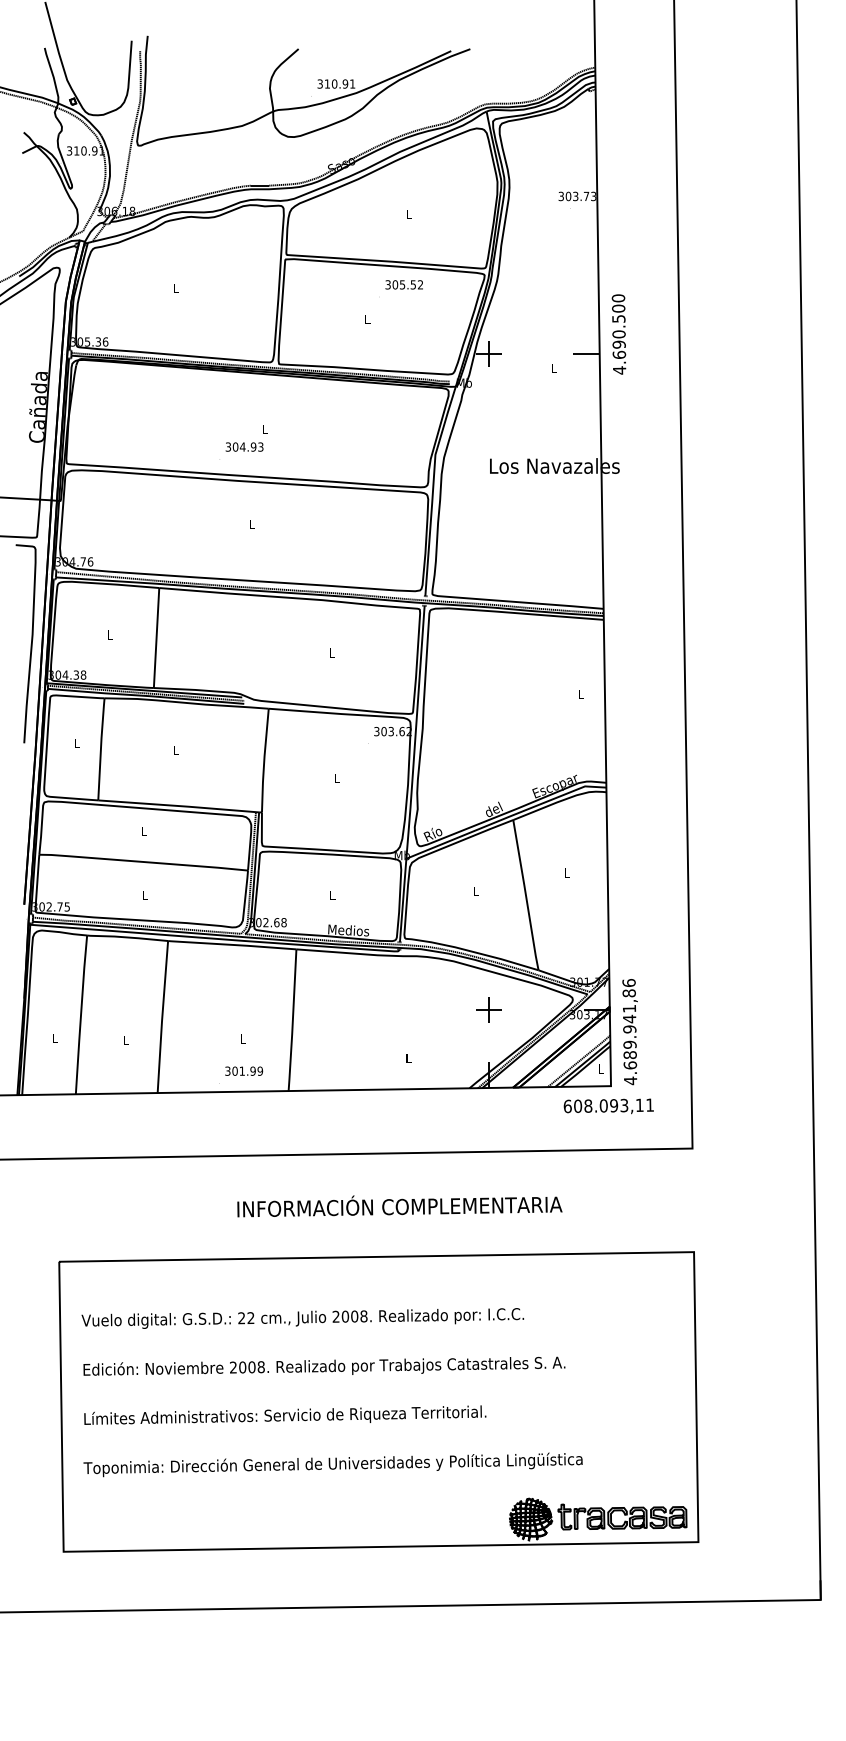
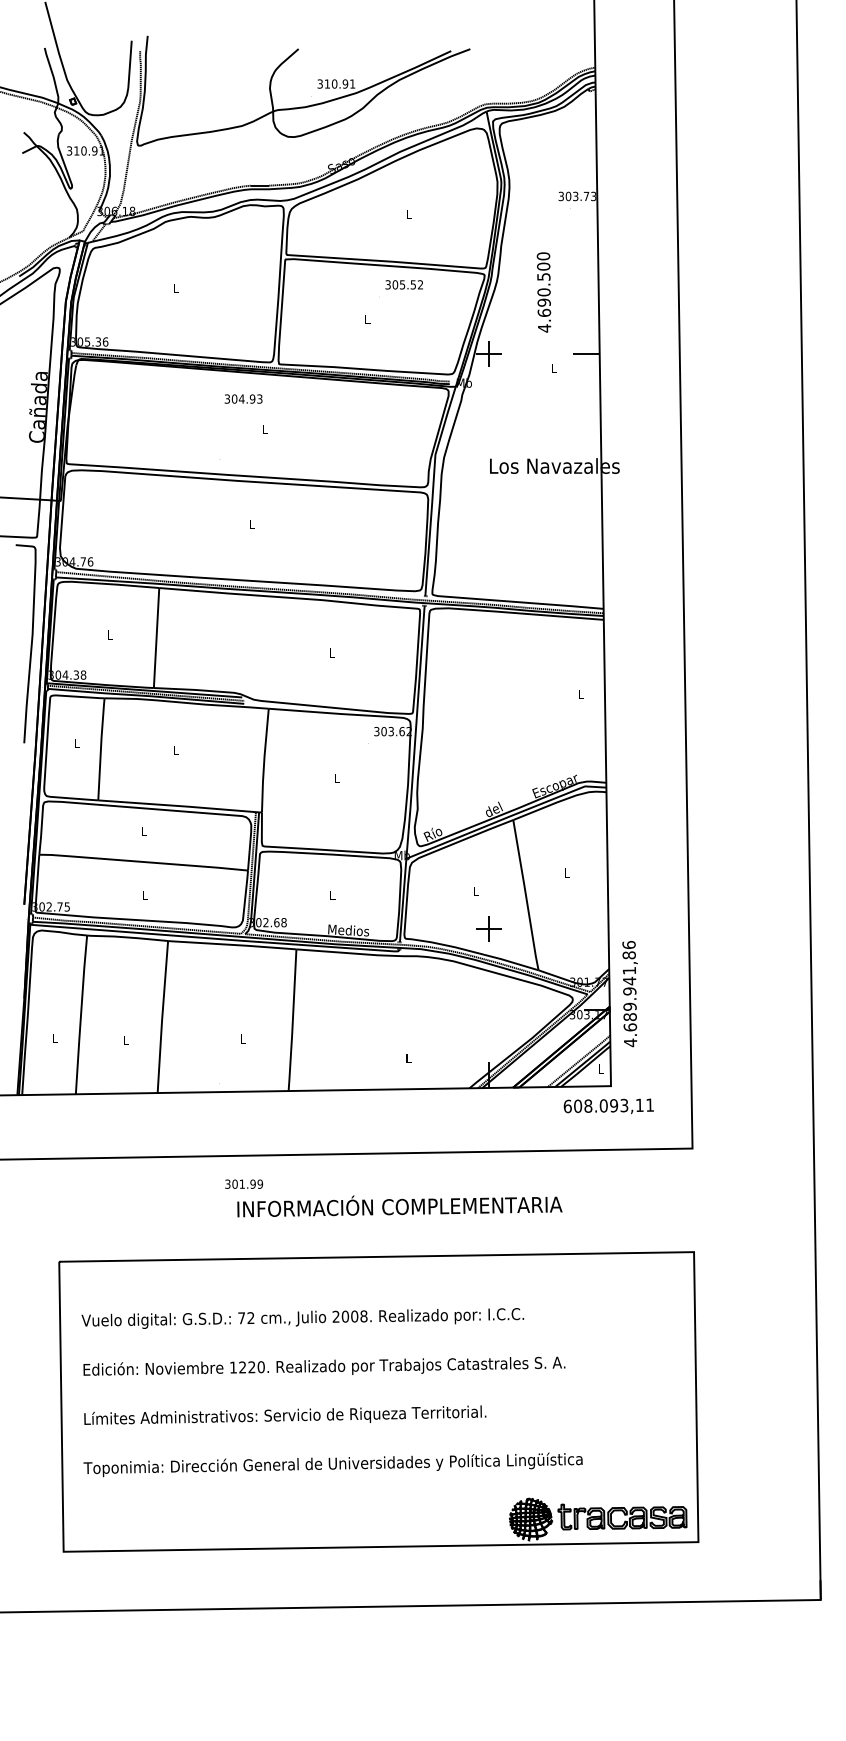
text at (618, 334) position: (618, 334) -> (543, 292)
text at (244, 446) position: (244, 446) -> (243, 398)
part at (488, 1009) position: (488, 1009) -> (488, 928)
text at (629, 1032) position: (629, 1032) -> (629, 994)
text at (244, 1070) position: (244, 1070) -> (244, 1183)
text at (241, 1318): 22 -> 72
text at (247, 1367): 2008. -> 1220.
